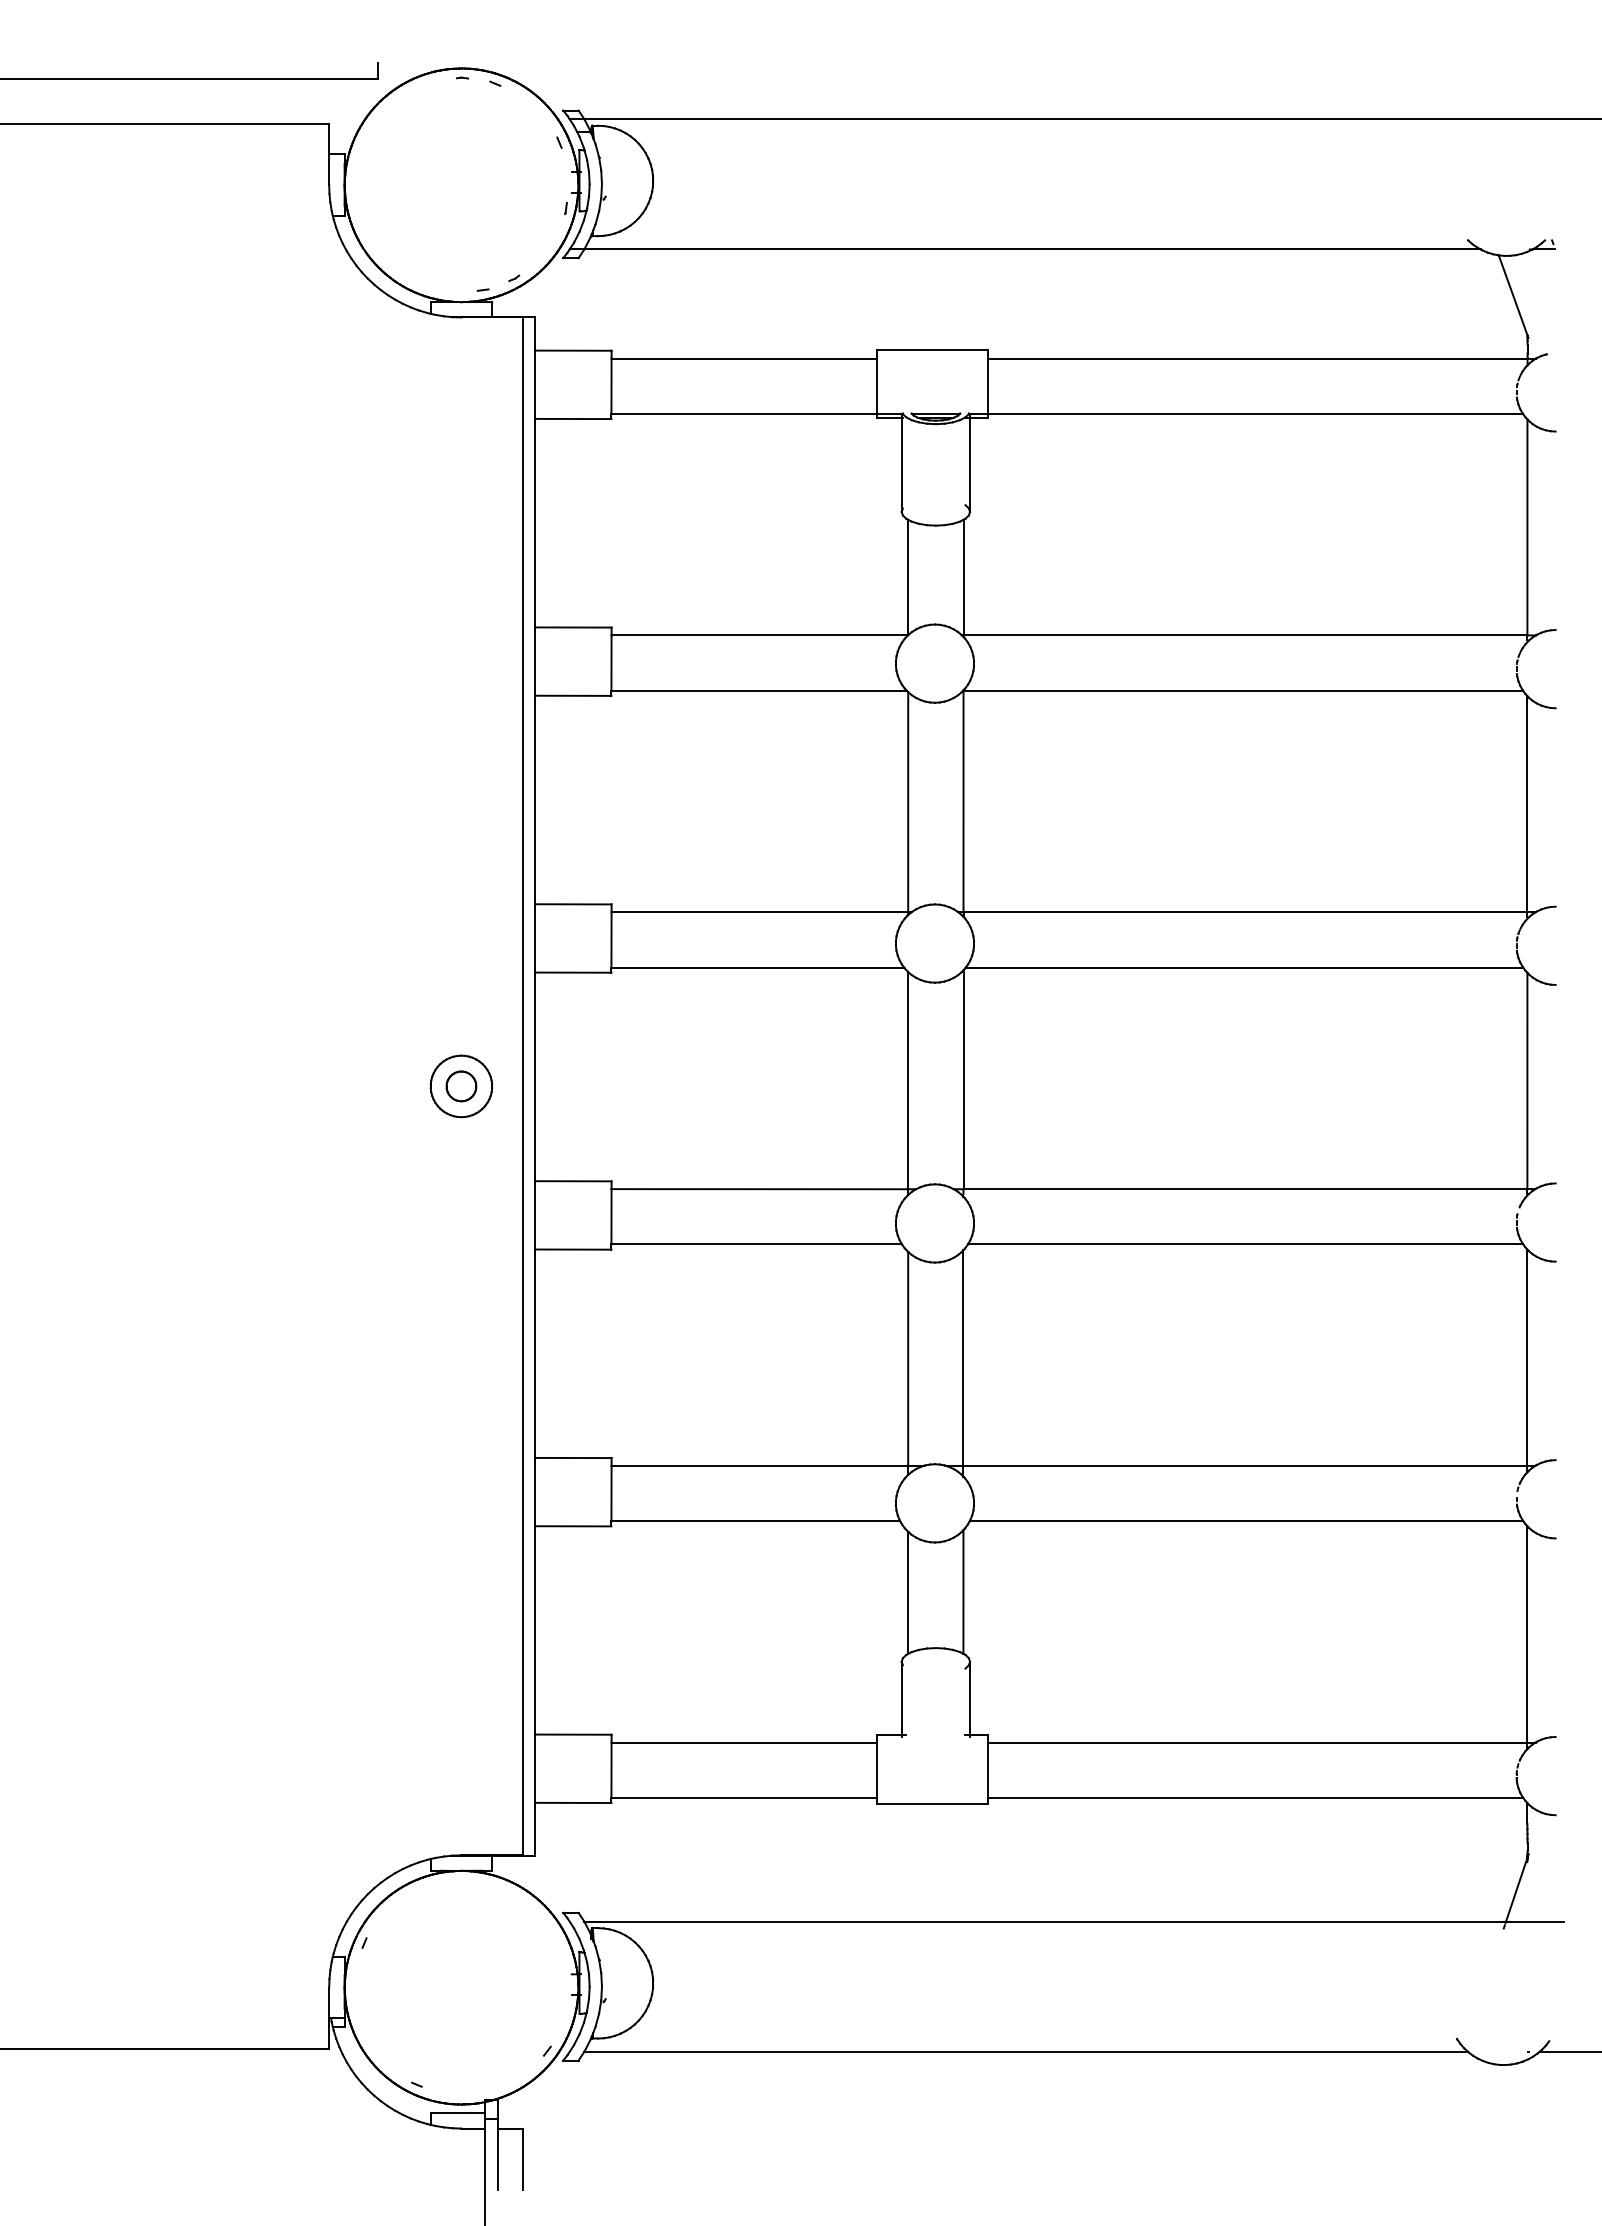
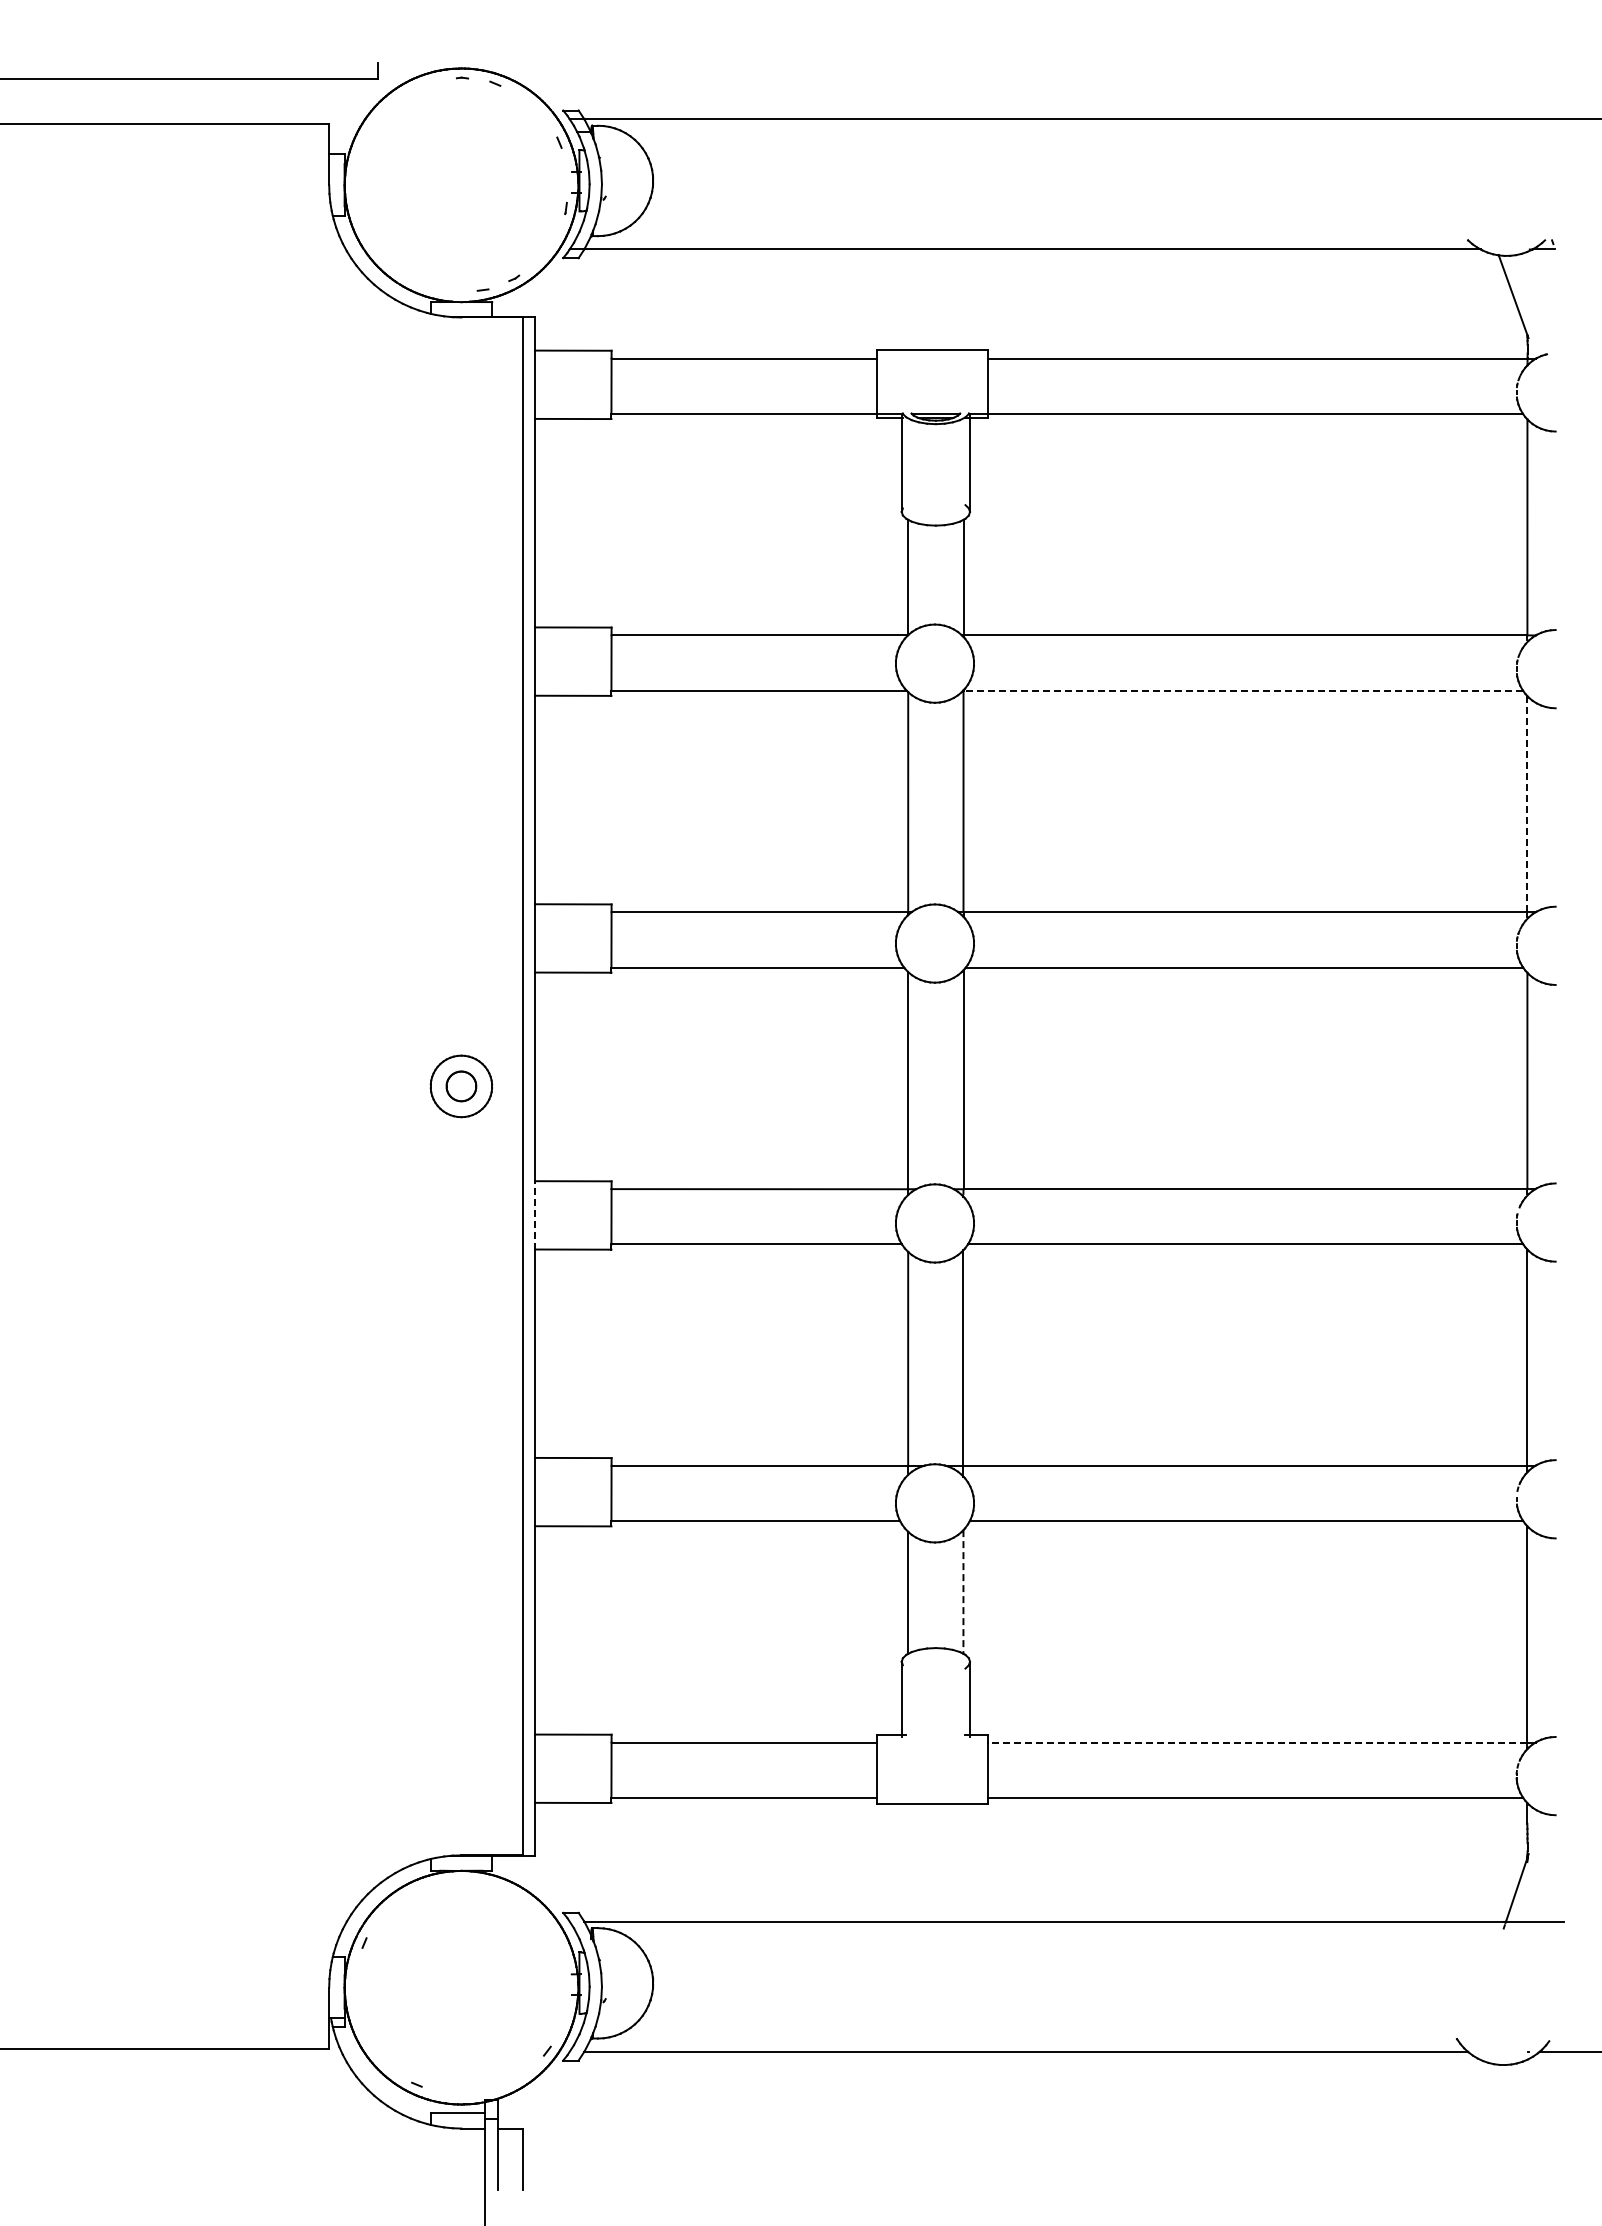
line at (1243, 690): solid -> dashed
line at (1527, 803): solid -> dashed
line at (535, 1214): solid -> dashed
line at (963, 1591): solid -> dashed
line at (1257, 1742): solid -> dashed
